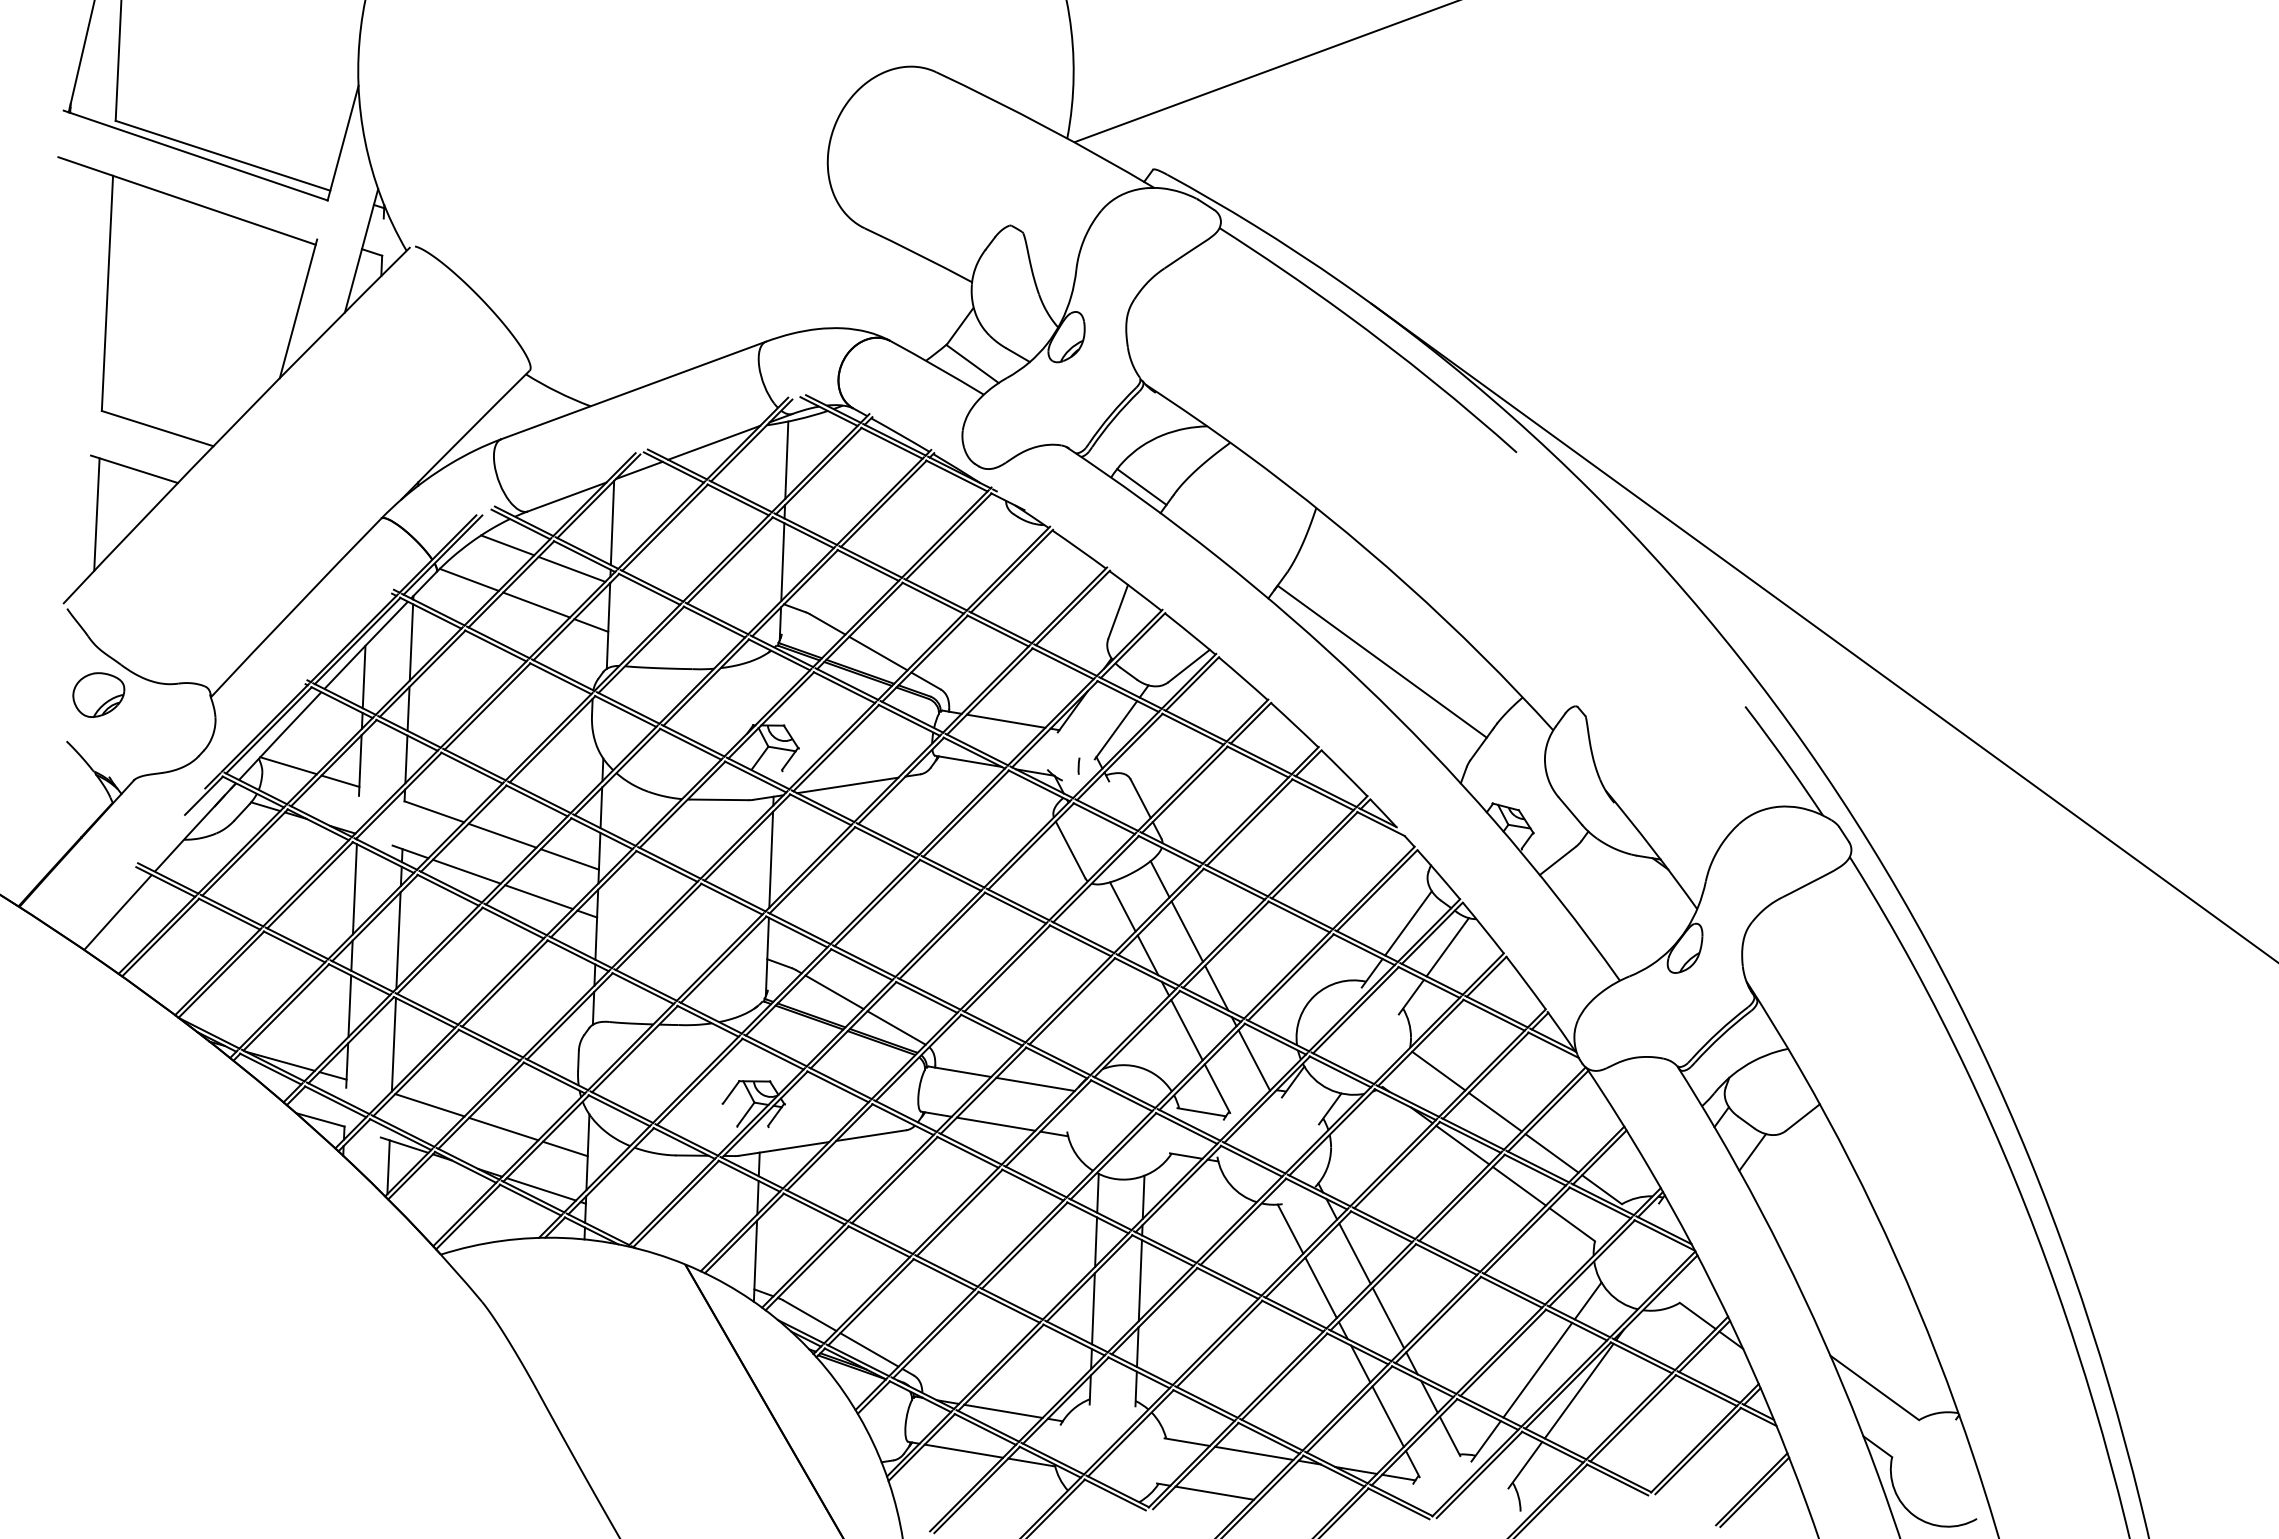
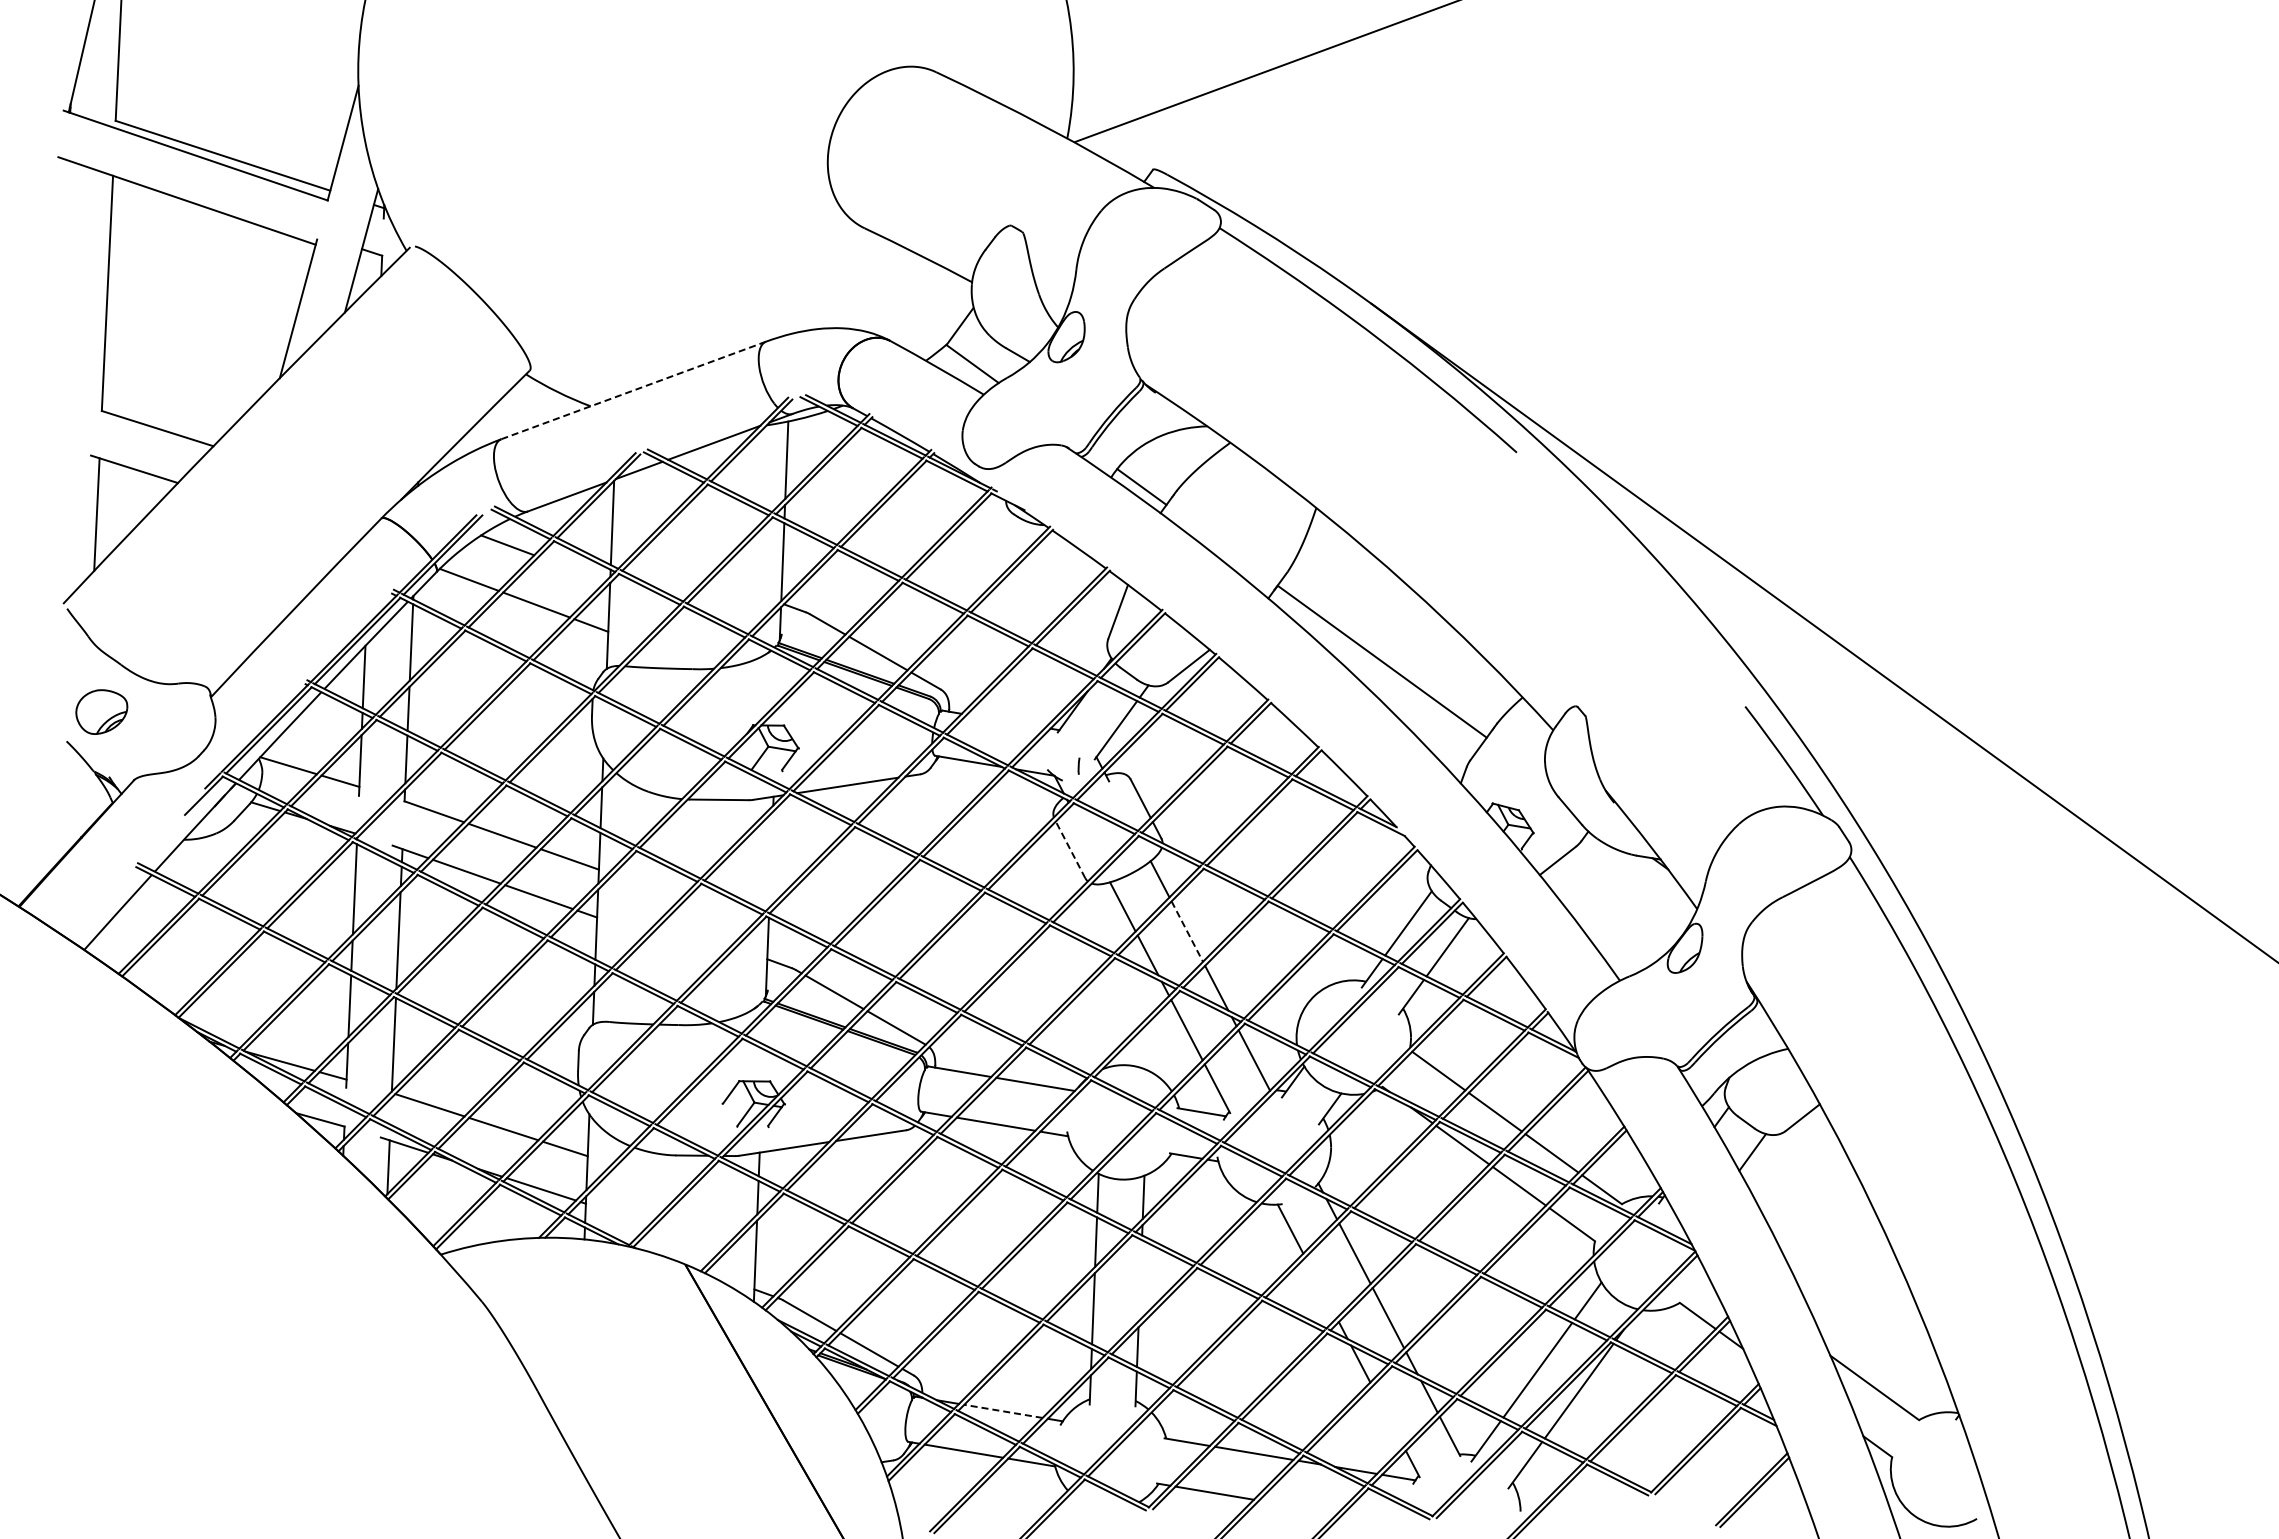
line at (633, 390): solid -> dashed
line at (571, 568): present -> none
part at (98, 694) position: (98, 694) -> (101, 711)
line at (1005, 720): present -> none
line at (1070, 849): solid -> dashed
line at (771, 859): present -> none
line at (1187, 932): solid -> dashed
line at (1139, 1280): present -> none
line at (1320, 1287): present -> none
line at (1003, 1411): solid -> dashed
line at (1387, 1416): present -> none
